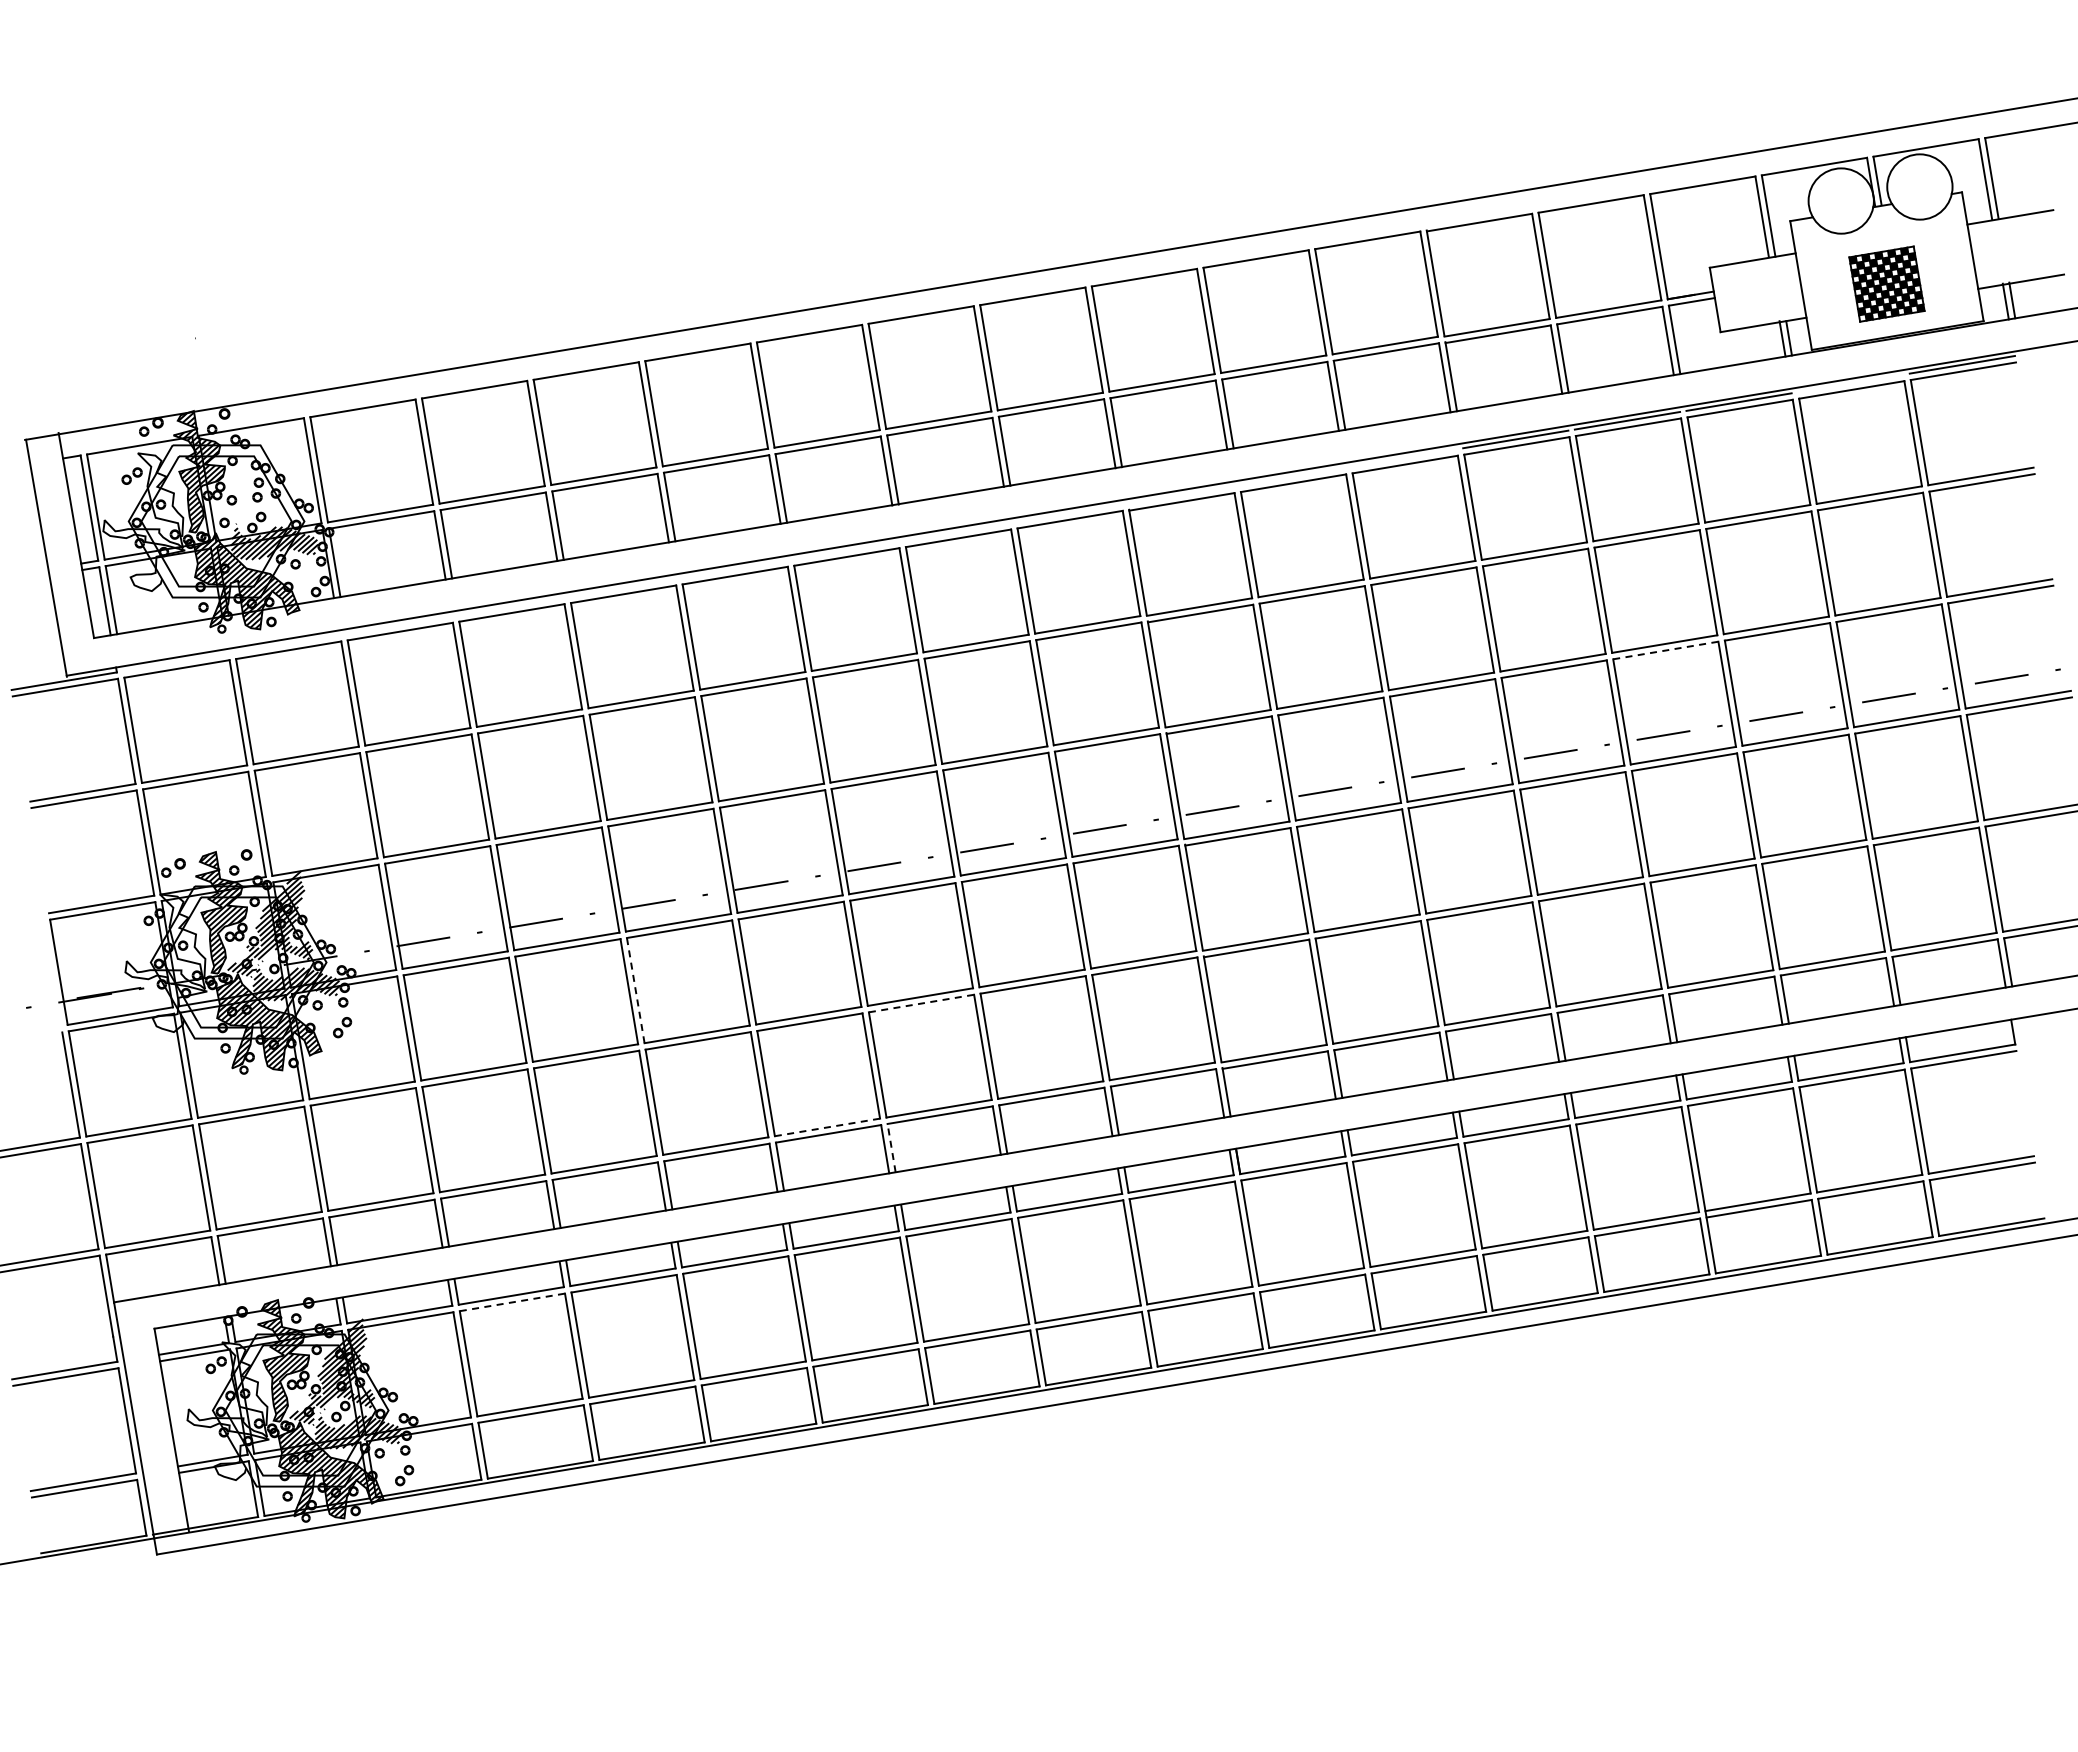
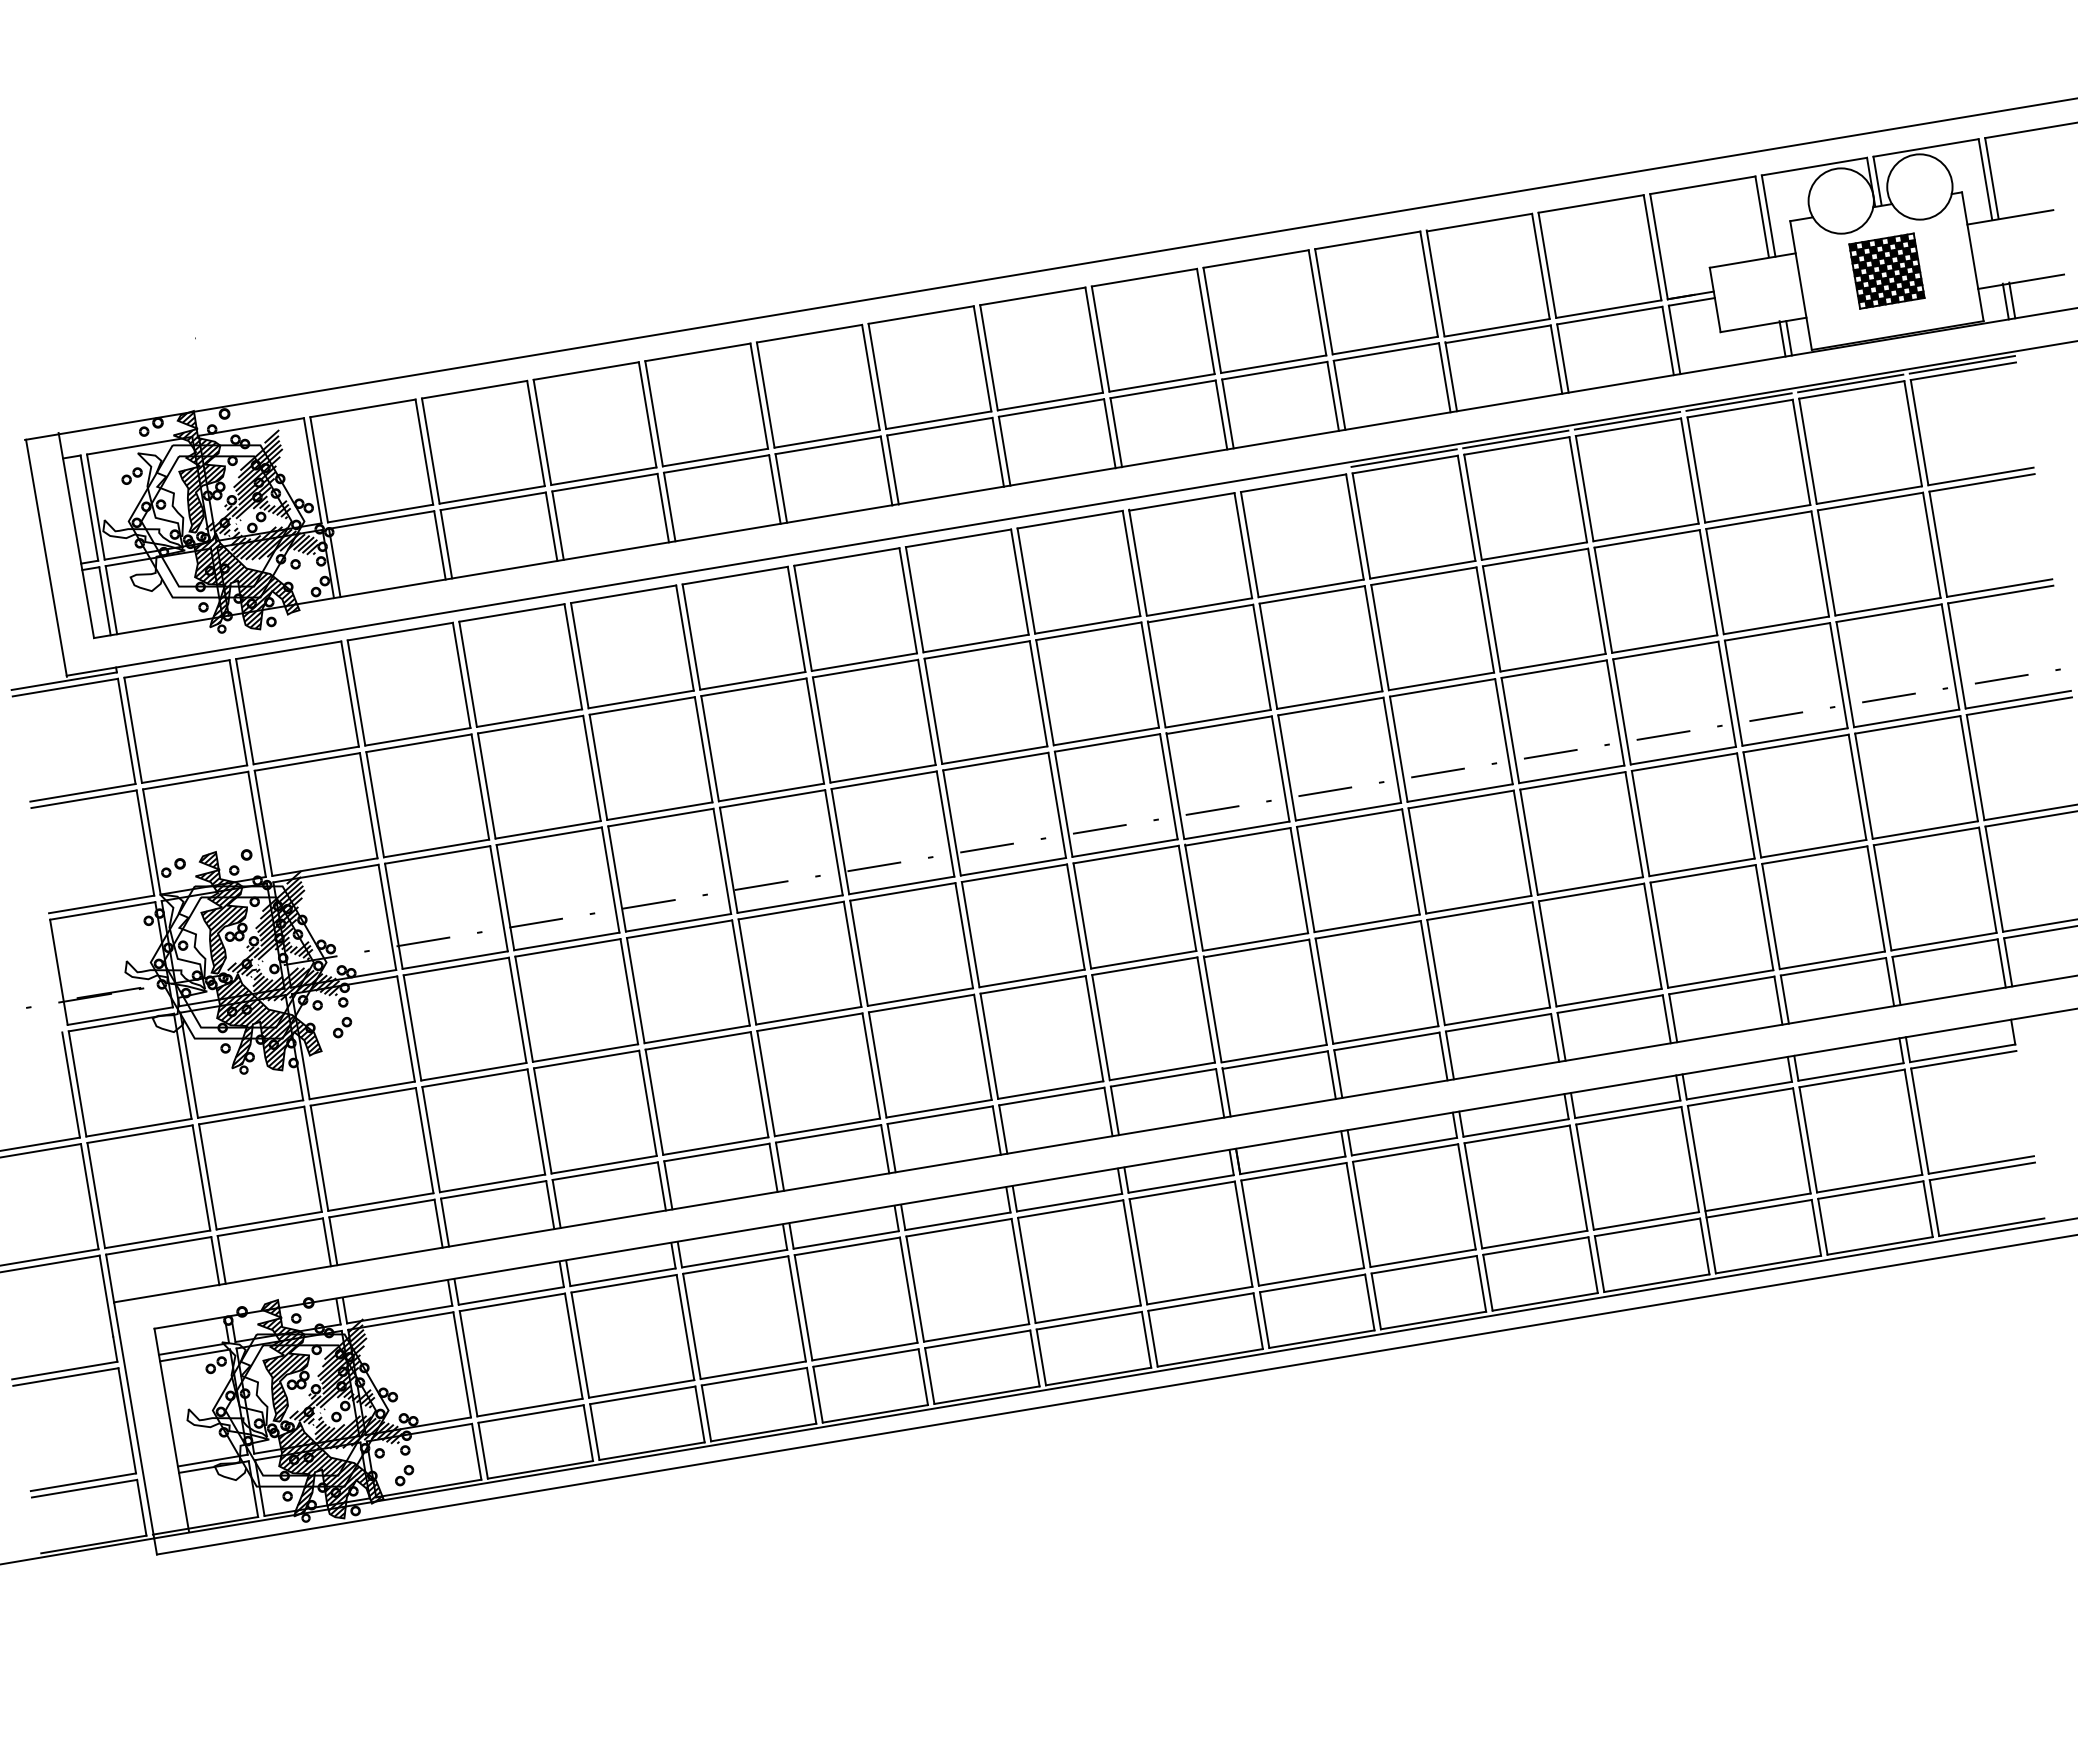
part at (1886, 283) position: (1886, 283) -> (1886, 270)
line at (1850, 383): none -> present
line at (1403, 457): none -> present
hatch at (247, 483): none -> present
line at (1666, 650): dashed -> solid
line at (635, 990): dashed -> solid
line at (922, 1003): dashed -> solid
line at (827, 1127): dashed -> solid
line at (891, 1147): dashed -> solid
line at (512, 1302): dashed -> solid
